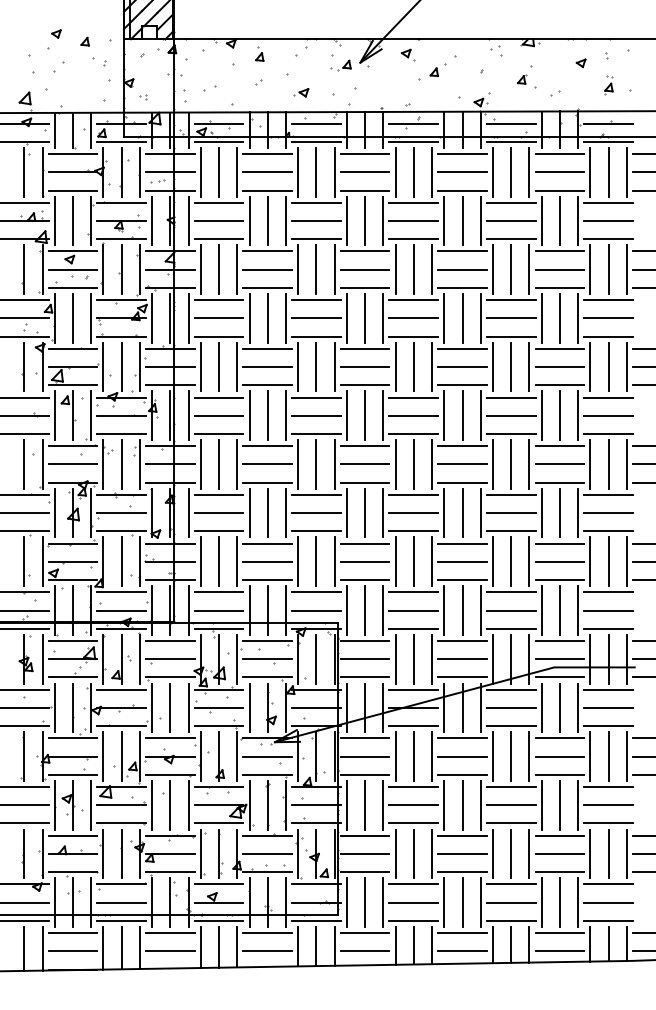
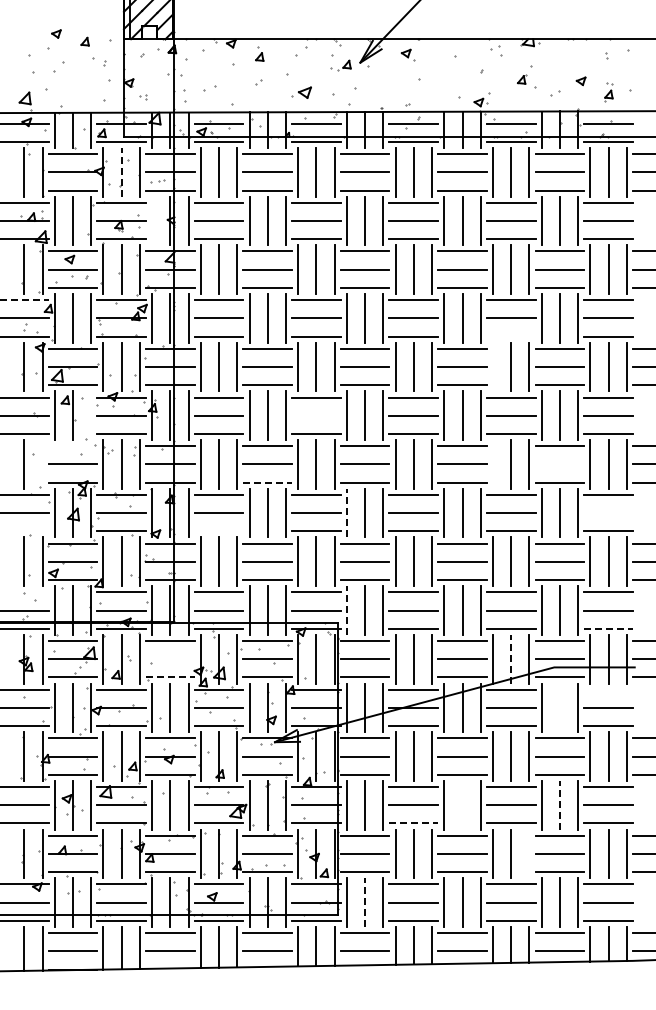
part at (580, 63) position: (580, 63) -> (580, 81)
part at (437, 70): present -> none
part at (608, 85) position: (608, 85) -> (608, 92)
part at (301, 92) size: 17x10 px -> 21x13 px
line at (121, 171): solid -> dashed
line at (152, 220): present -> none
line at (24, 300): solid -> dashed
line at (510, 336): present -> none
line at (492, 366): present -> none
line at (91, 415): present -> none
line at (316, 415): present -> none
line at (72, 446): present -> none
line at (42, 464): present -> none
line at (492, 464): present -> none
line at (559, 464): present -> none
line at (268, 482): solid -> dashed
line at (346, 512): solid -> dashed
line at (608, 513): present -> none
line at (25, 531): present -> none
line at (218, 531): present -> none
line at (25, 592): present -> none
line at (346, 610): solid -> dashed
line at (609, 628): solid -> dashed
line at (511, 658): solid -> dashed
line at (170, 659): present -> none
line at (170, 677): solid -> dashed
line at (608, 689): present -> none
line at (559, 707): present -> none
line at (462, 804): present -> none
line at (559, 804): solid -> dashed
line at (414, 823): solid -> dashed
line at (529, 853): present -> none
line at (365, 902): solid -> dashed
